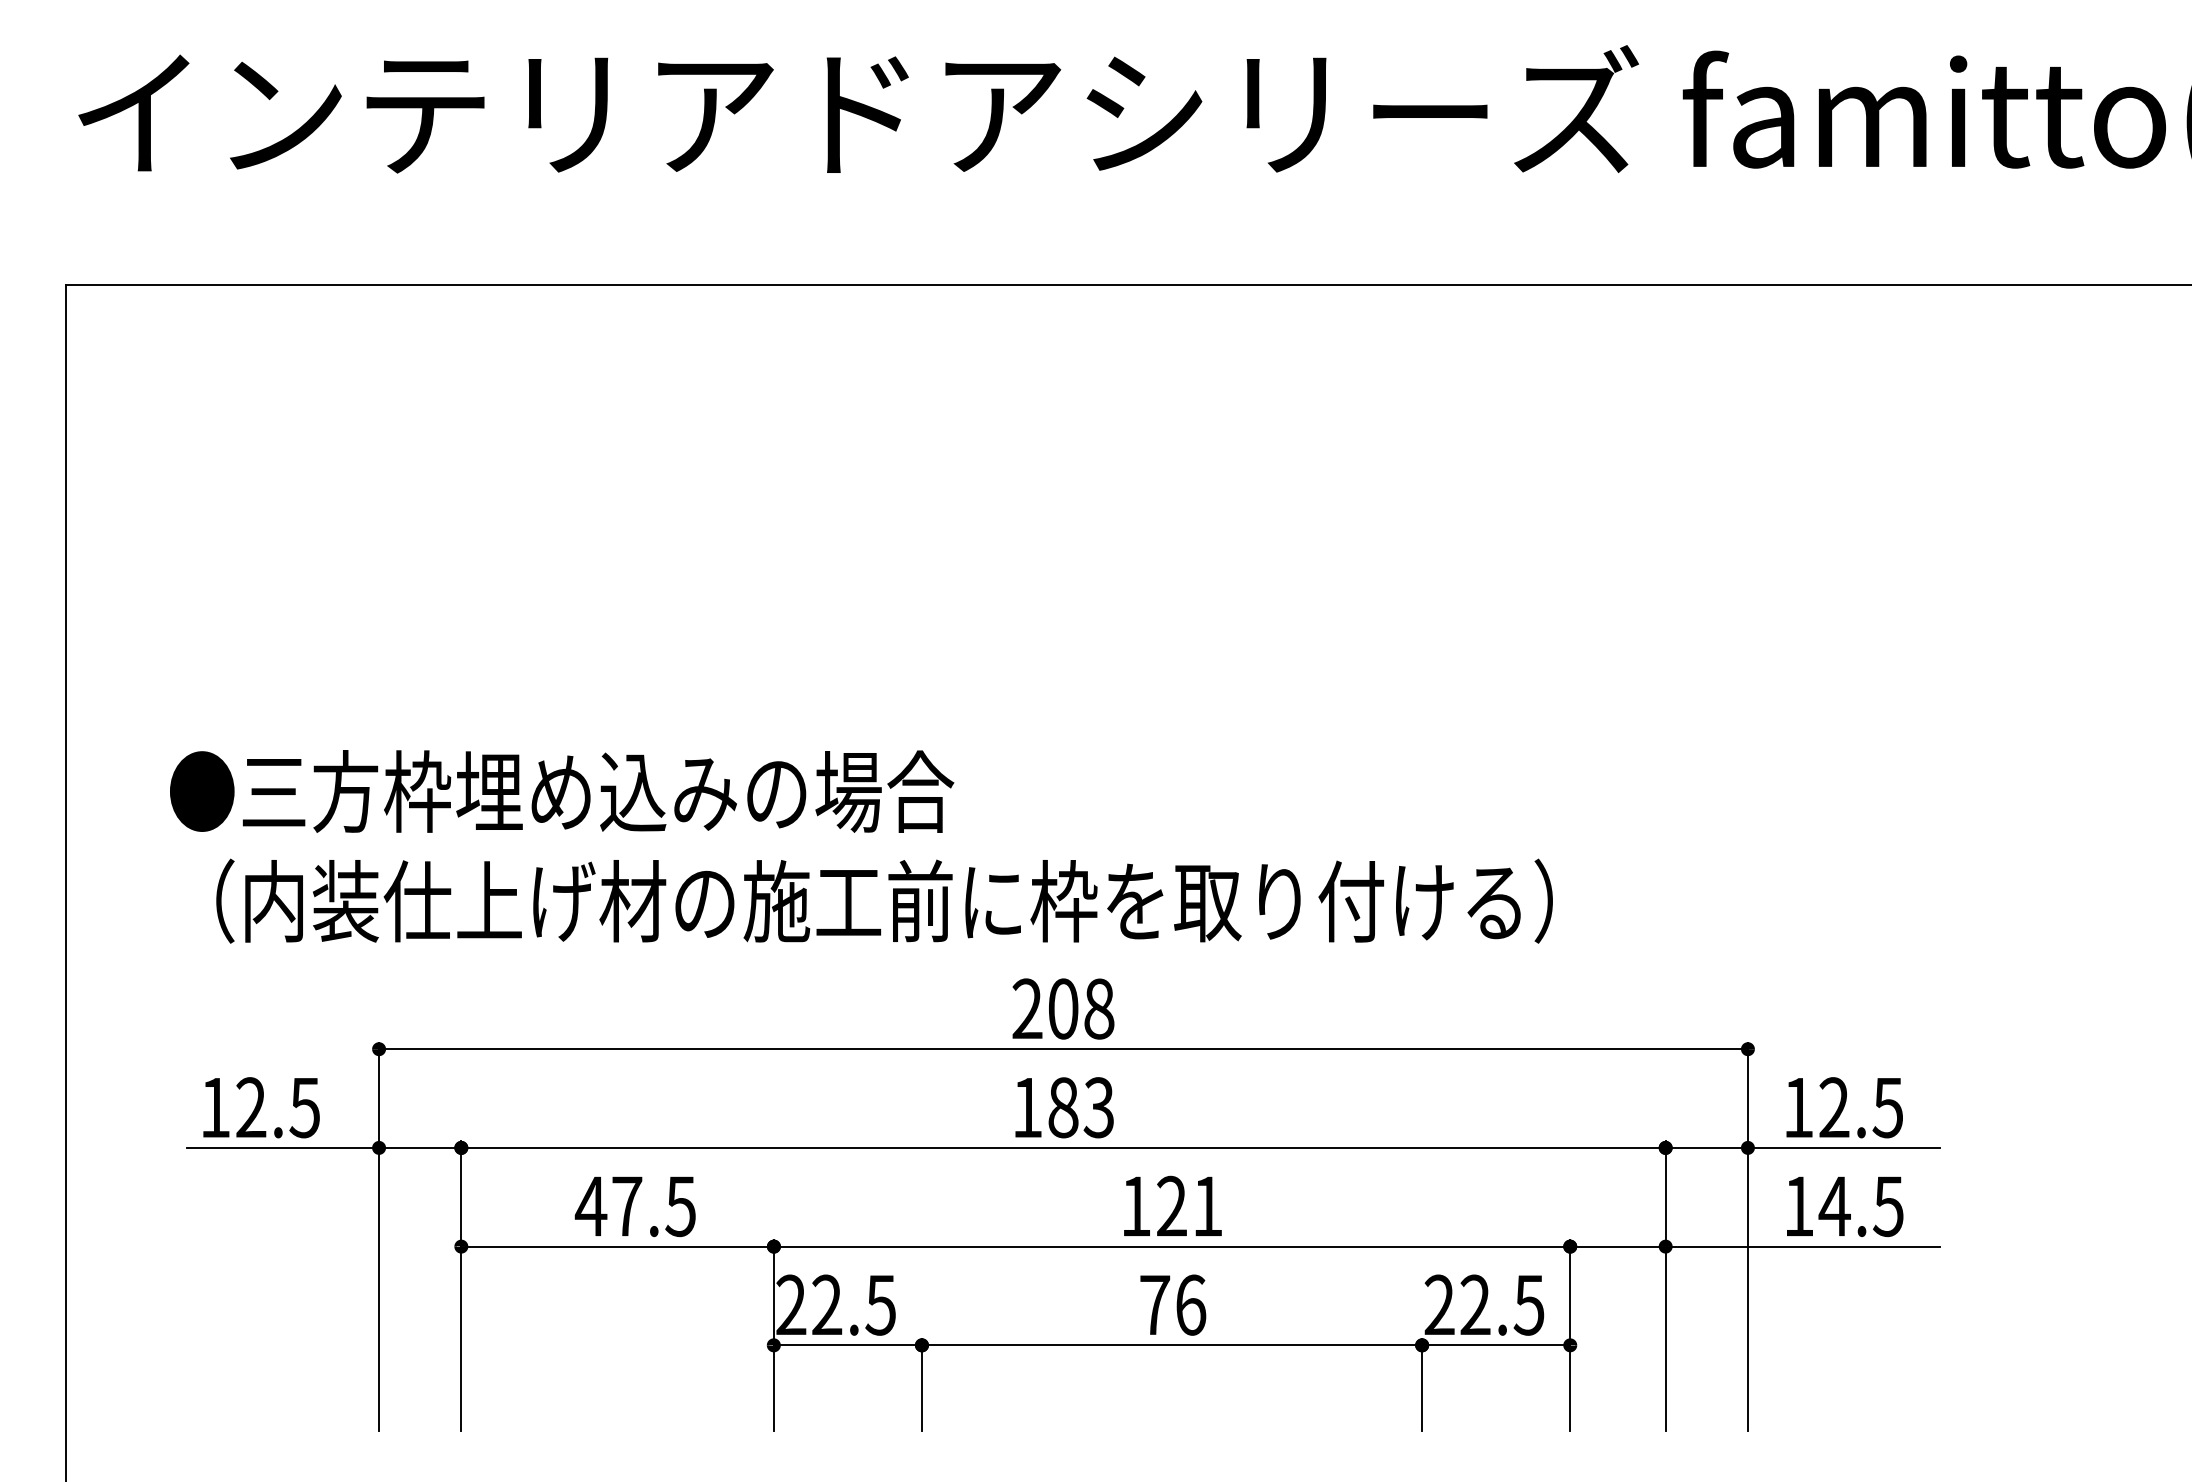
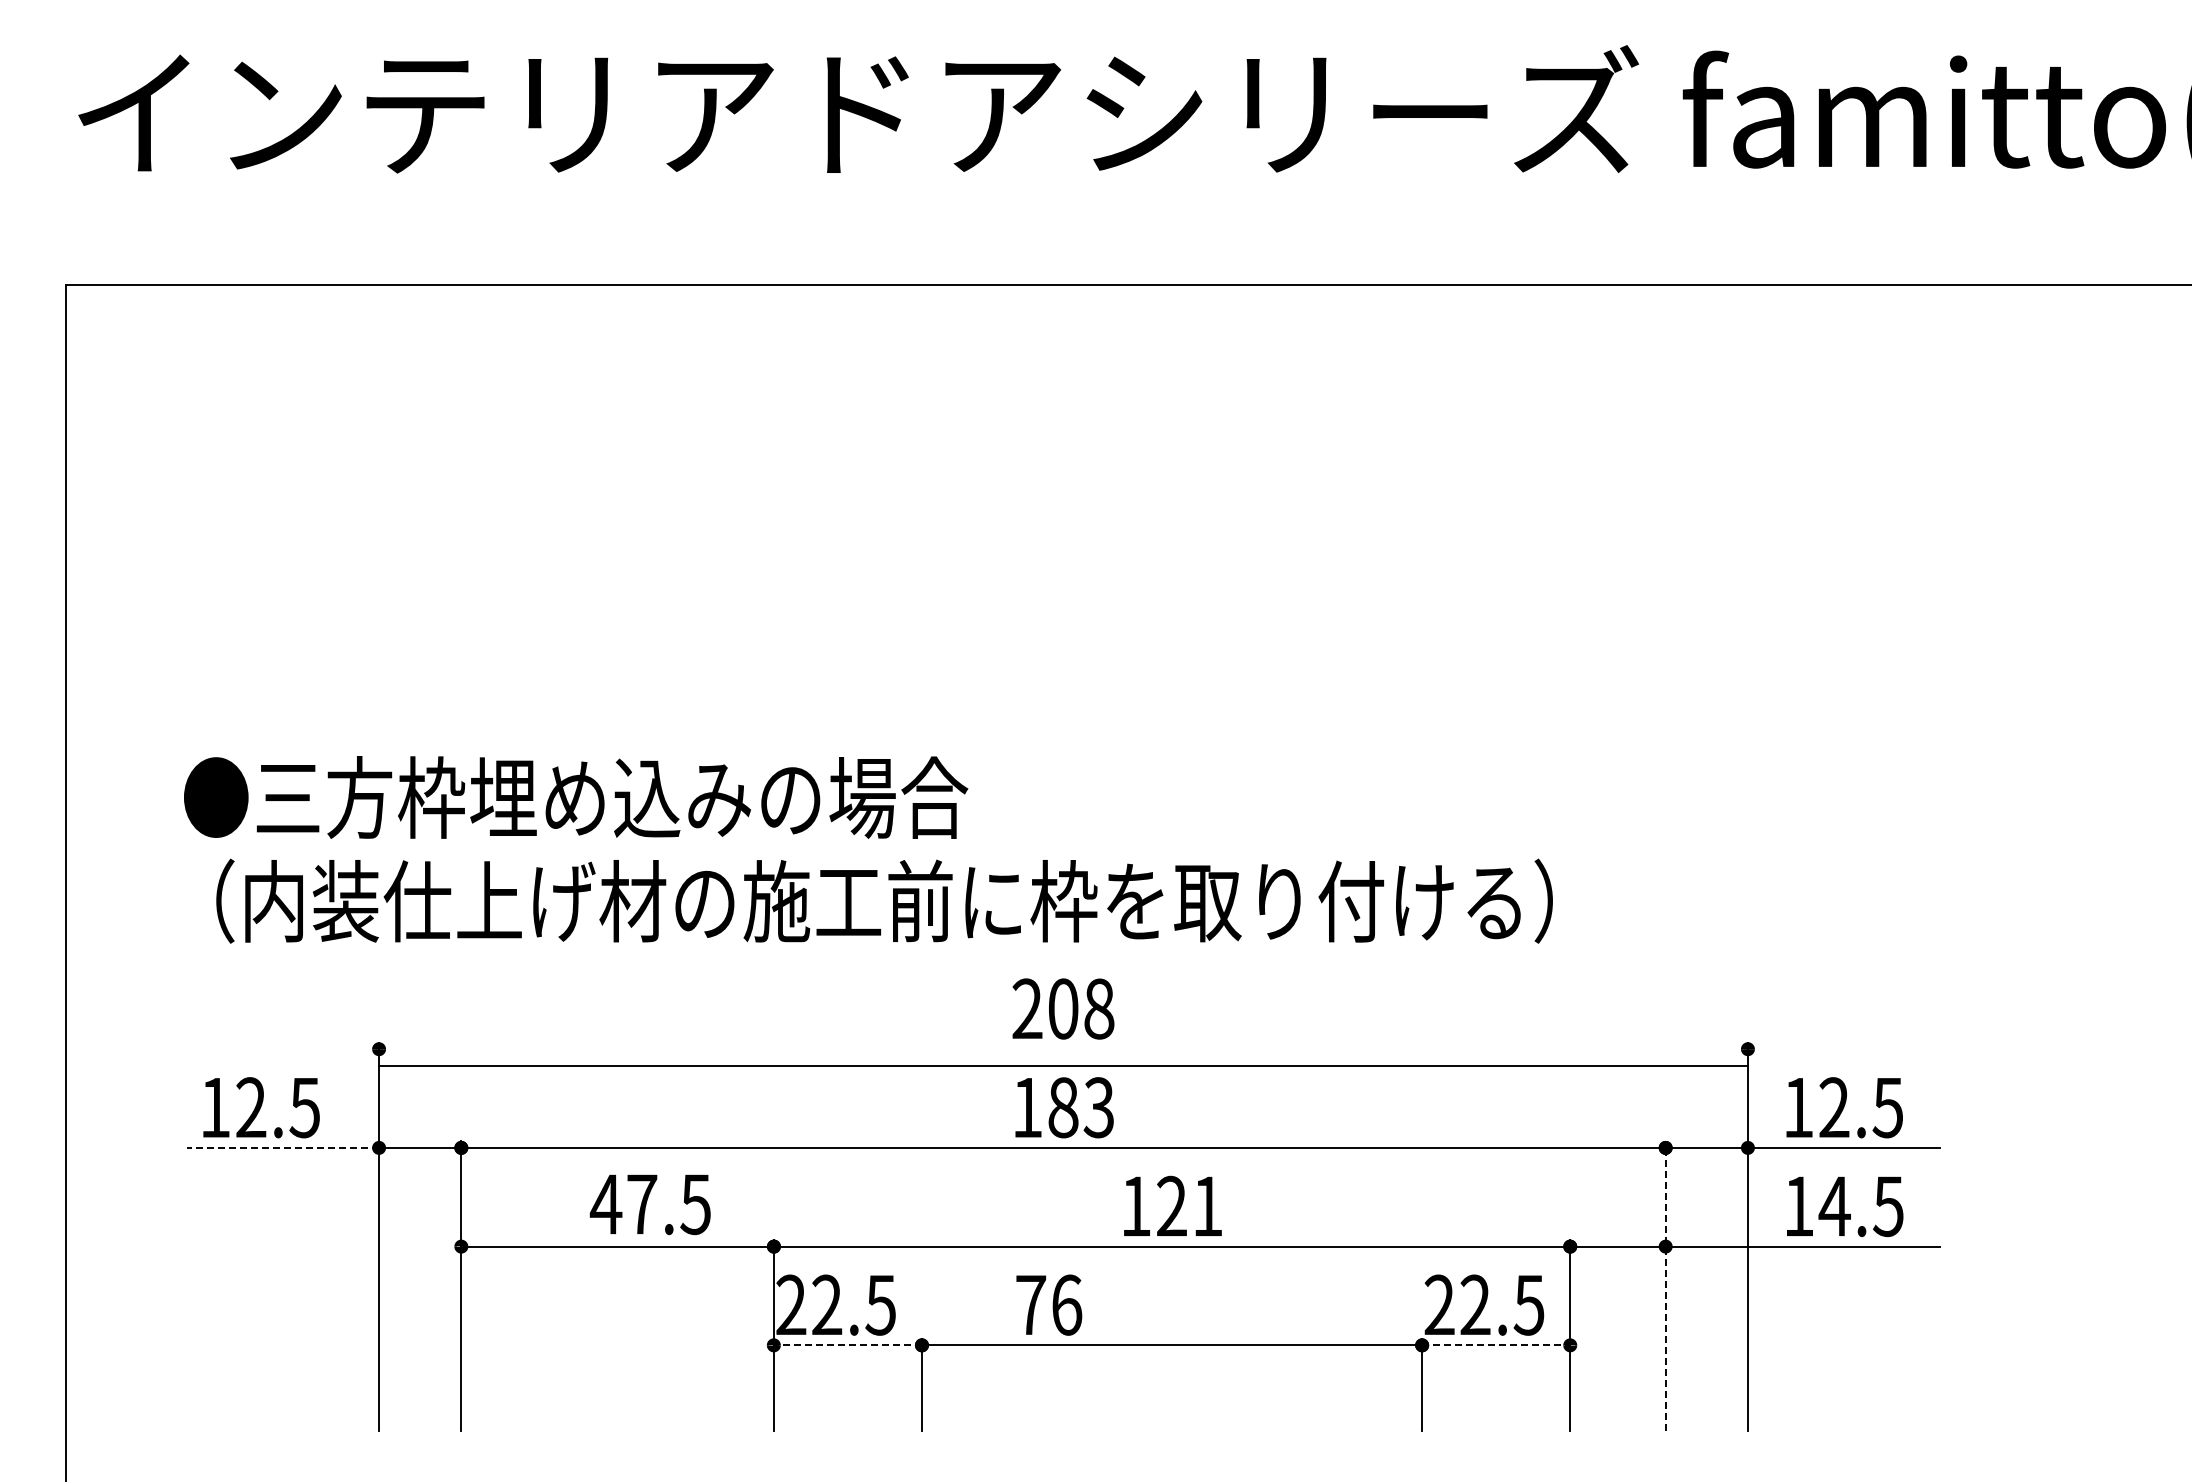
text at (562, 791) position: (562, 791) -> (576, 797)
line at (1063, 1049) position: (1063, 1049) -> (1063, 1066)
line at (283, 1147): solid -> dashed
text at (634, 1206) position: (634, 1206) -> (649, 1204)
line at (1665, 1286): solid -> dashed
text at (1173, 1304) position: (1173, 1304) -> (1049, 1304)
line at (847, 1345): solid -> dashed
line at (1496, 1345): solid -> dashed
